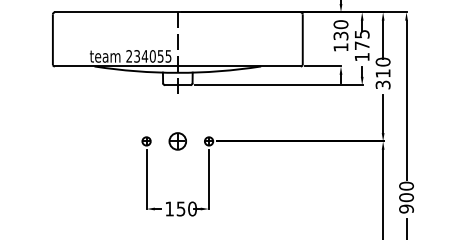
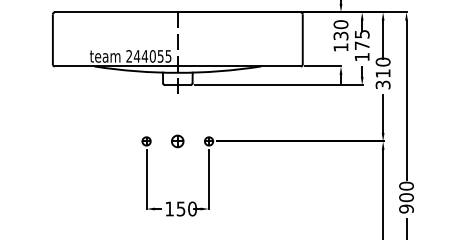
text at (136, 56): 234055 -> 244055
part at (177, 141) size: 19x19 px -> 14x15 px
